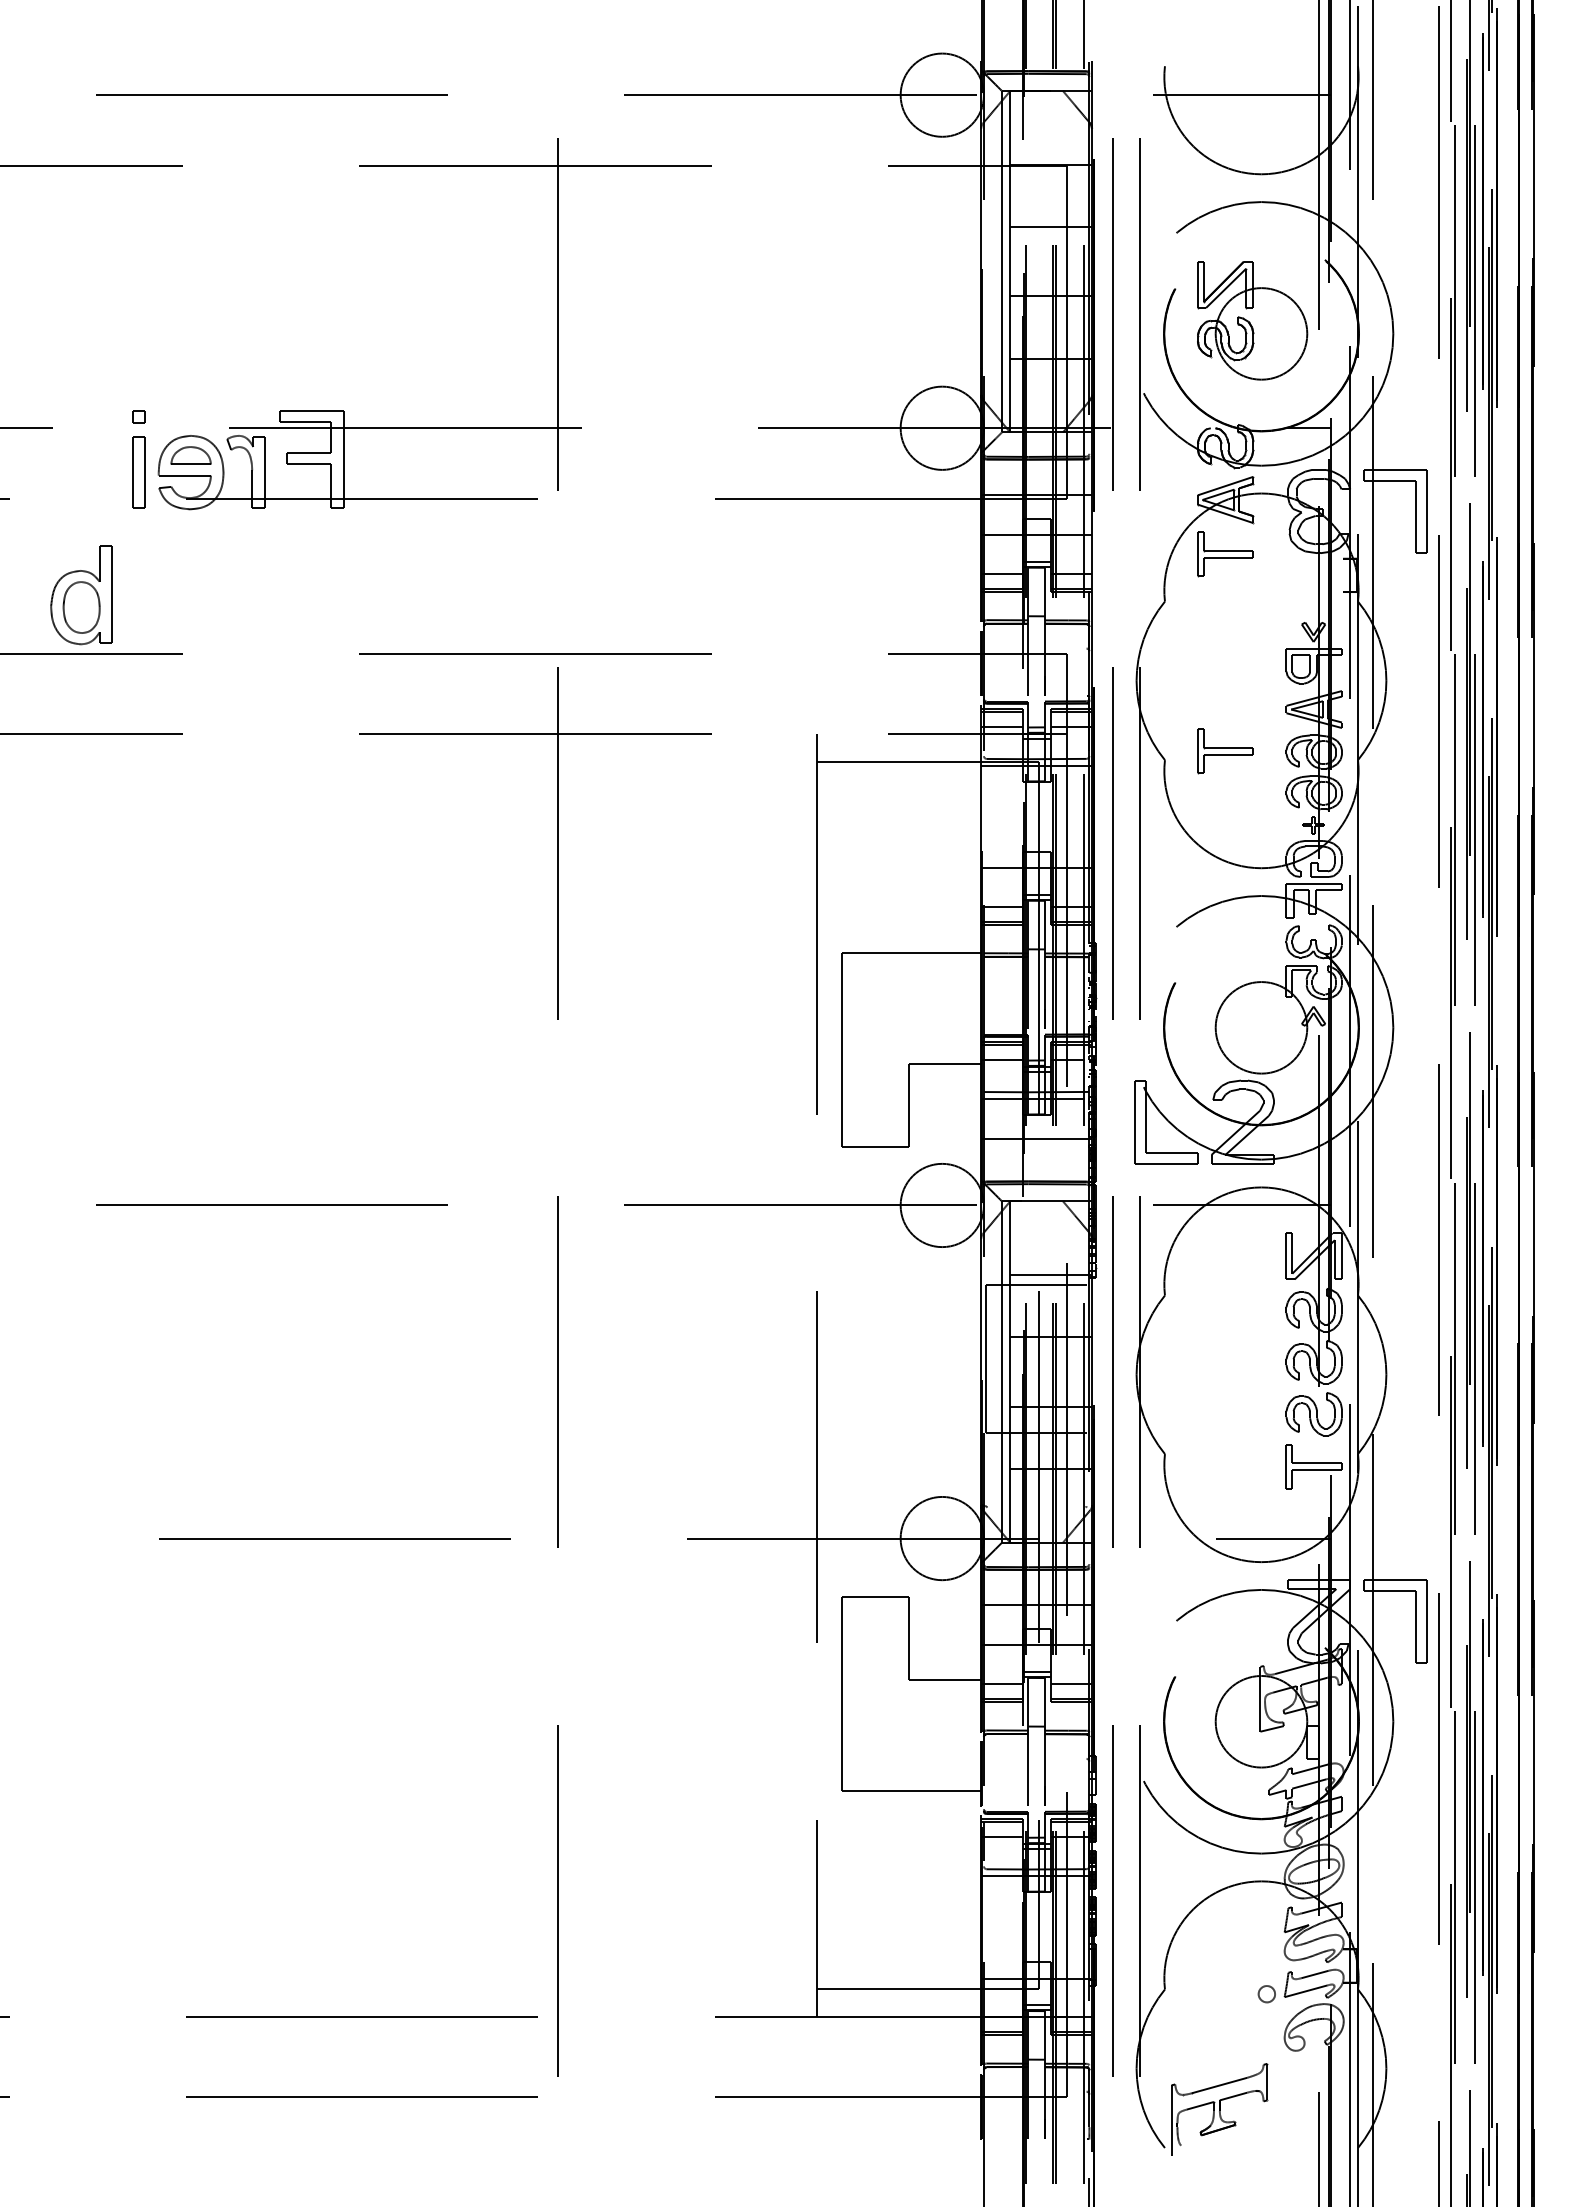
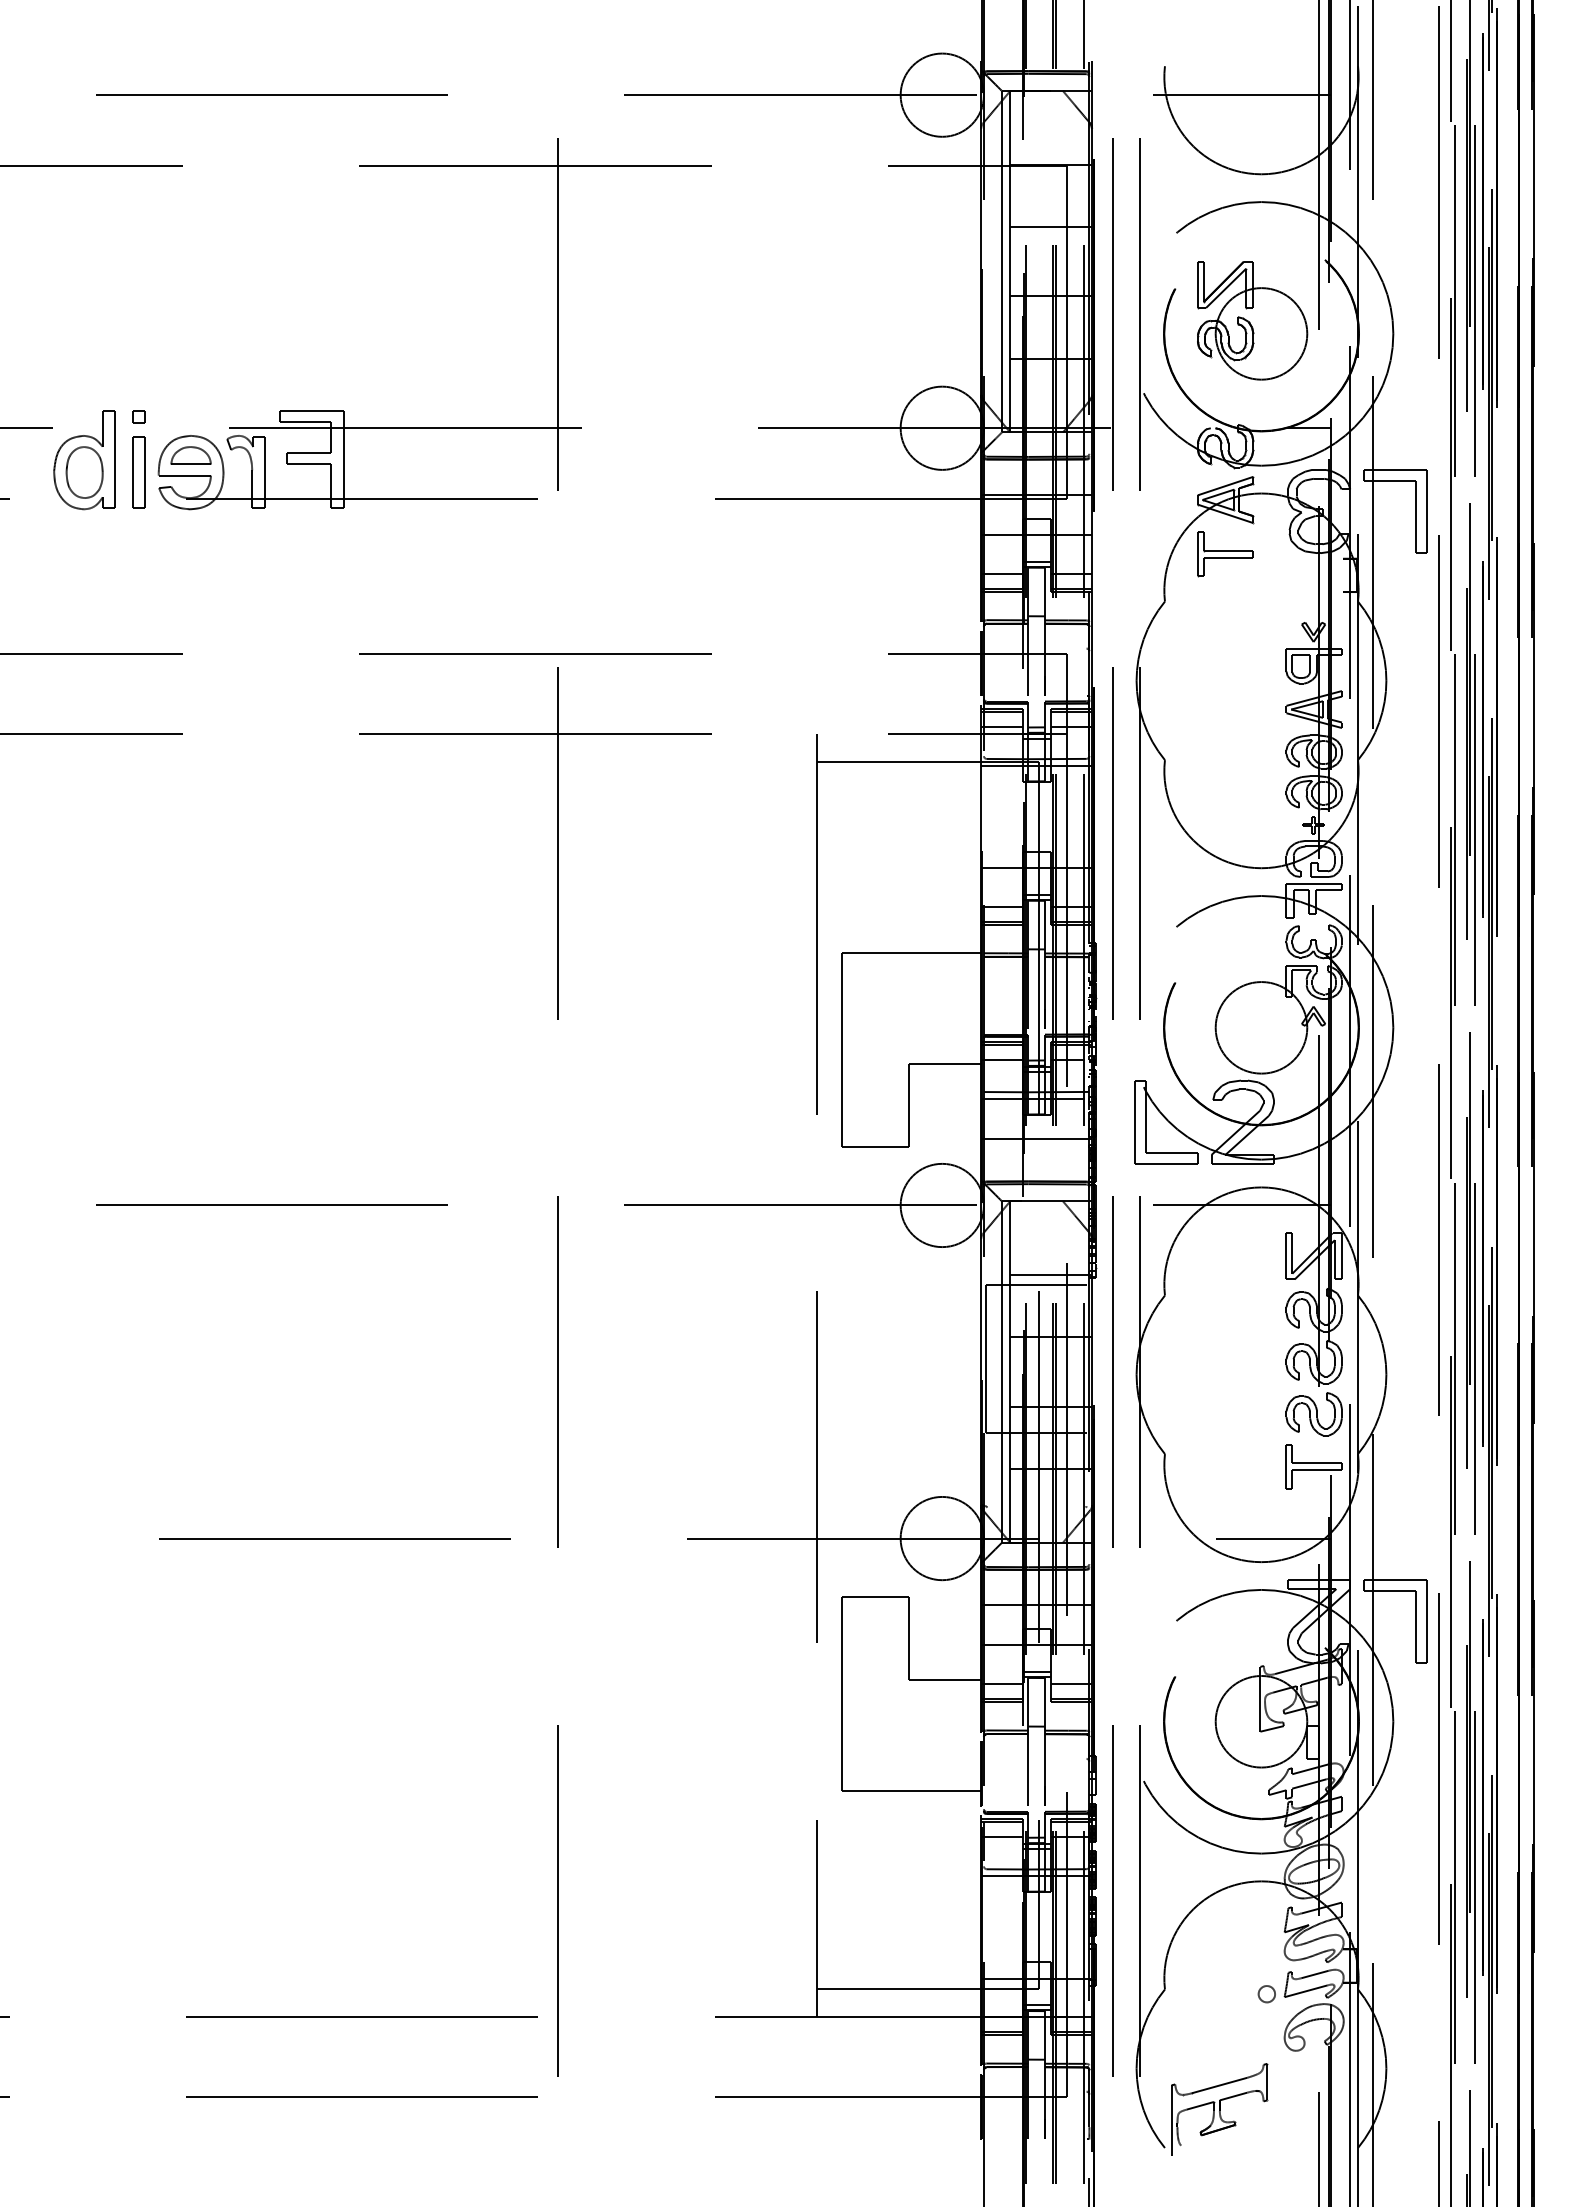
part at (81, 595) position: (81, 595) -> (84, 460)
part at (1225, 751): present -> none
